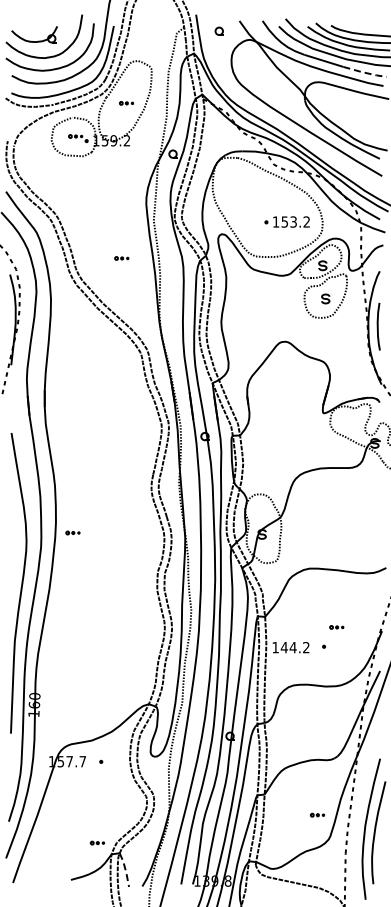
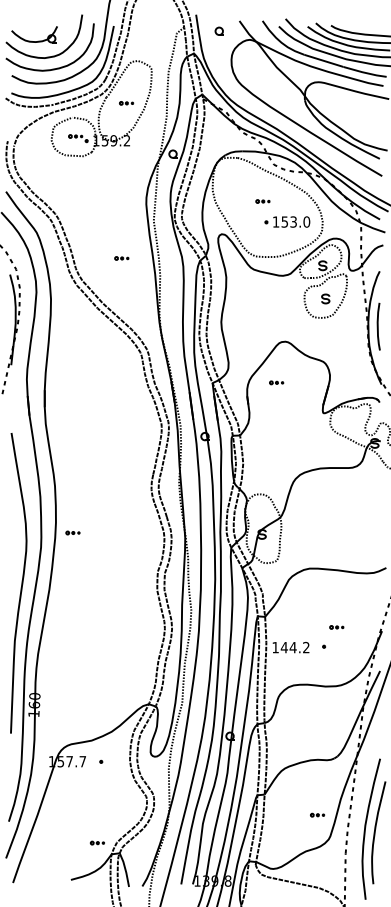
line at (365, 72): dashed -> solid
part at (262, 201): none -> present
text at (306, 221): 153.2 -> 153.0
part at (276, 382): none -> present
line at (125, 870): dashed -> solid
